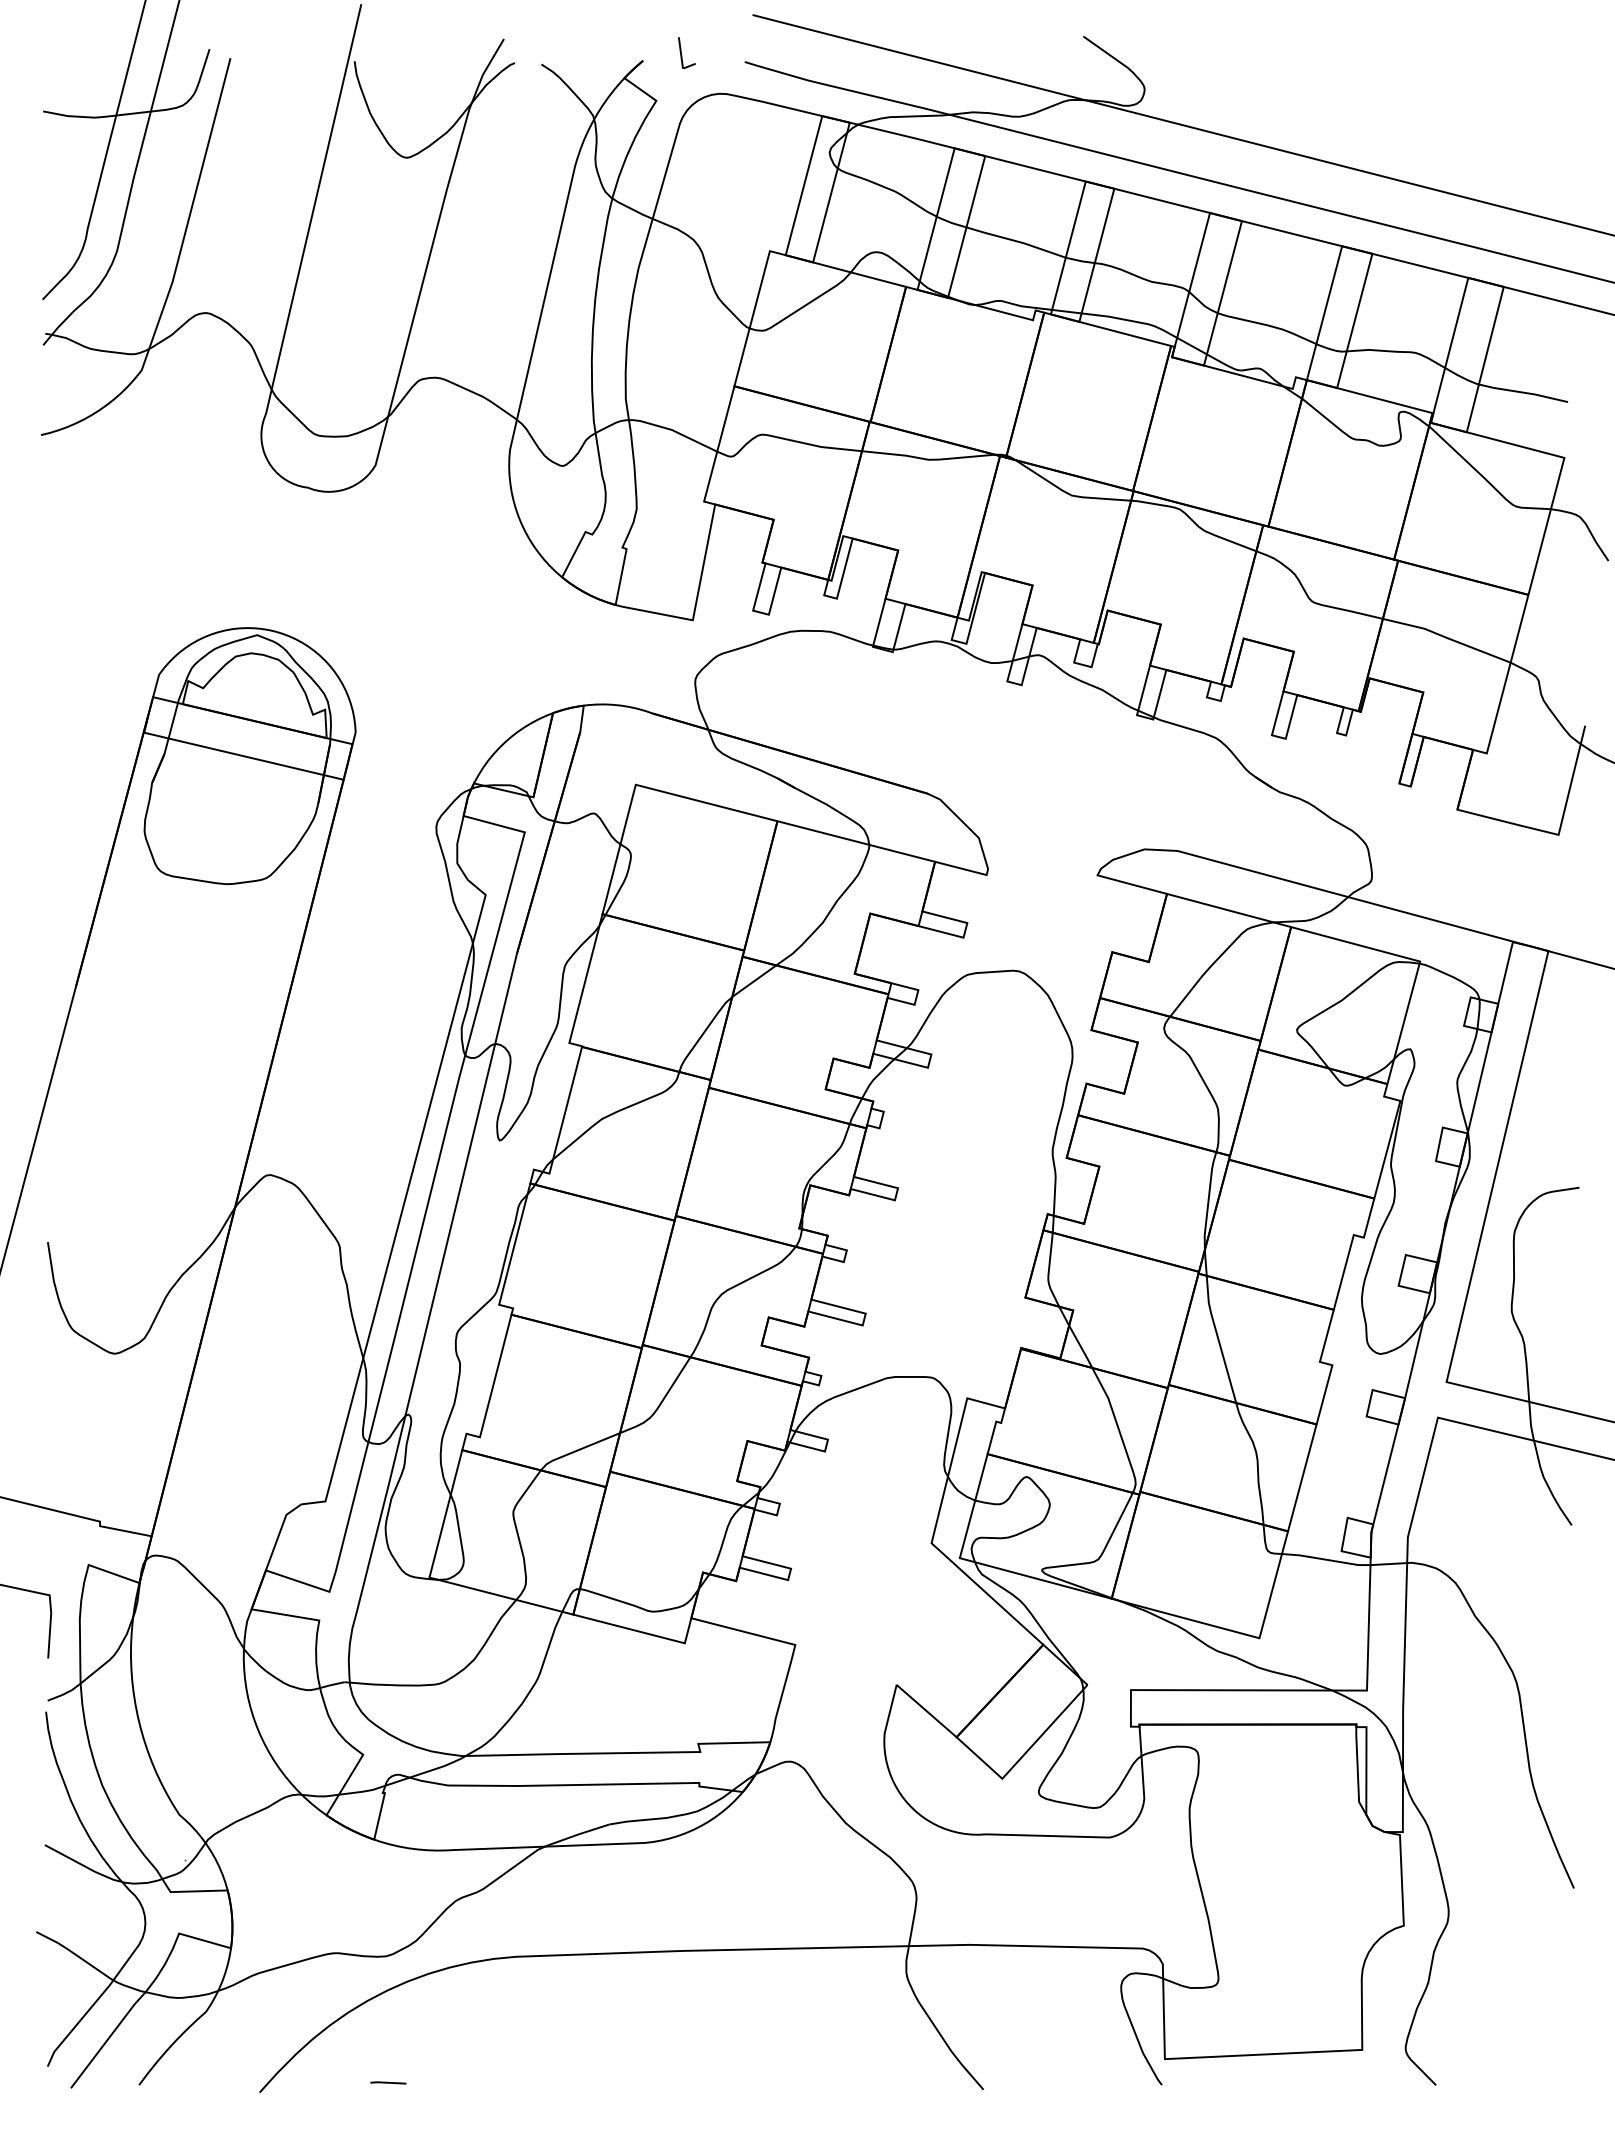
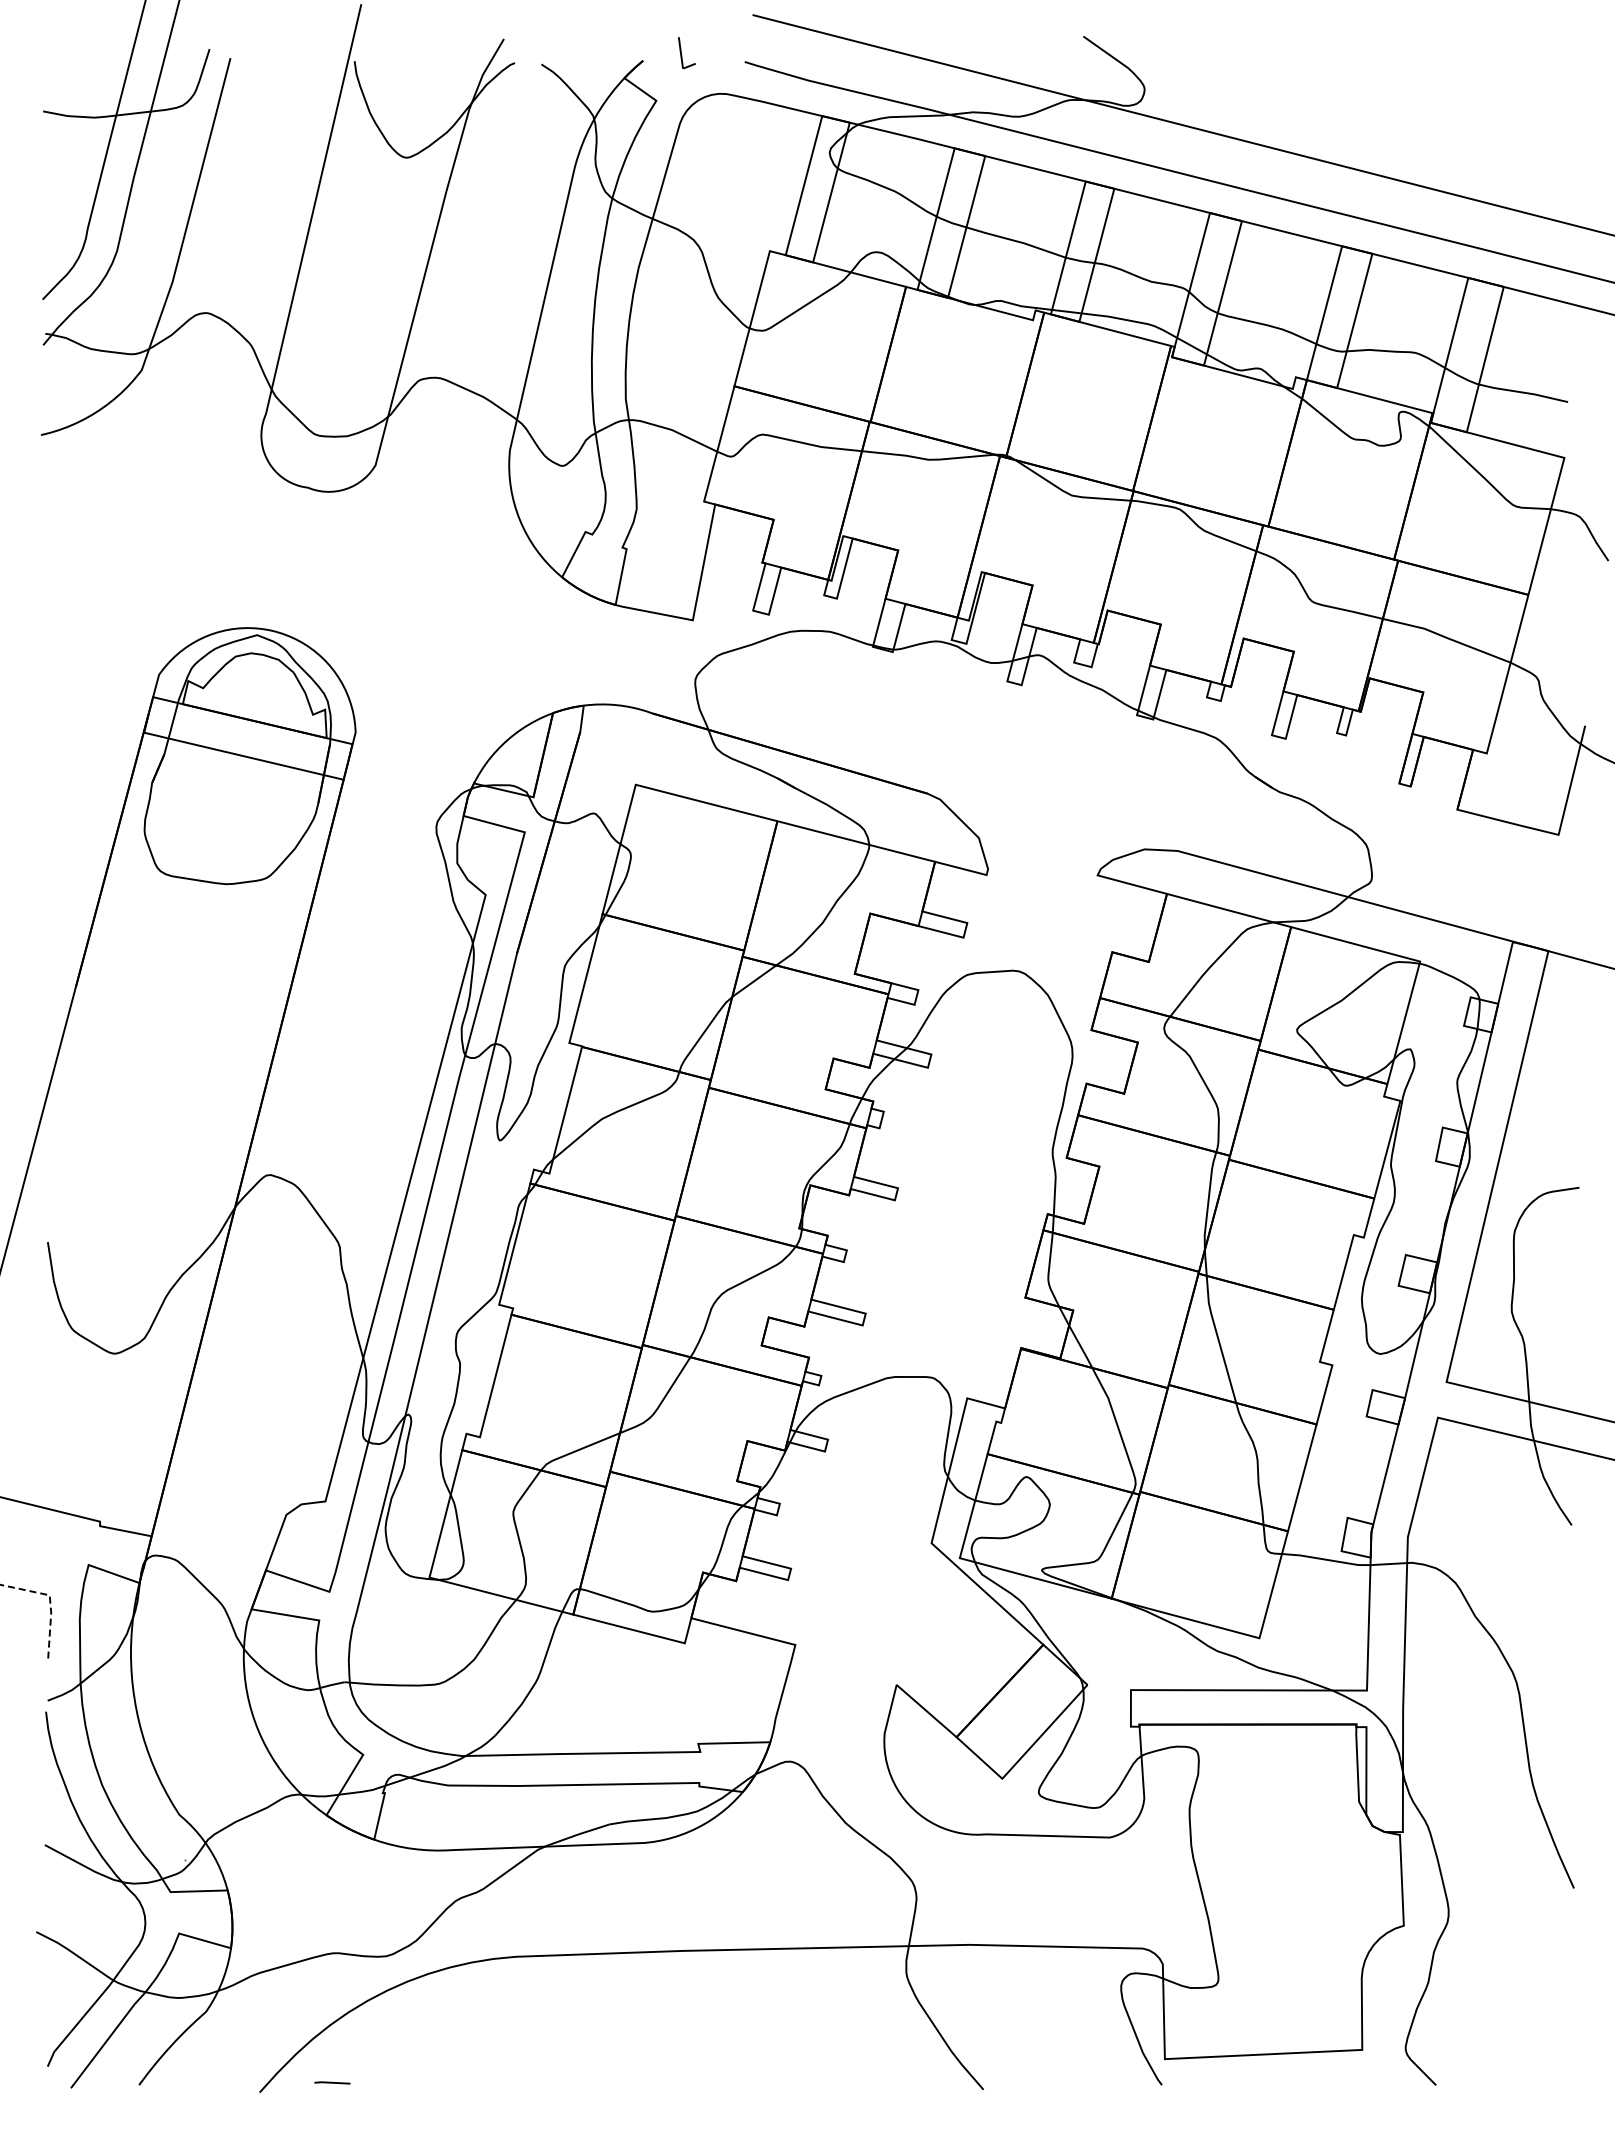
line at (50, 1601): solid -> dashed
line at (388, 2082) position: (388, 2082) -> (332, 2082)
